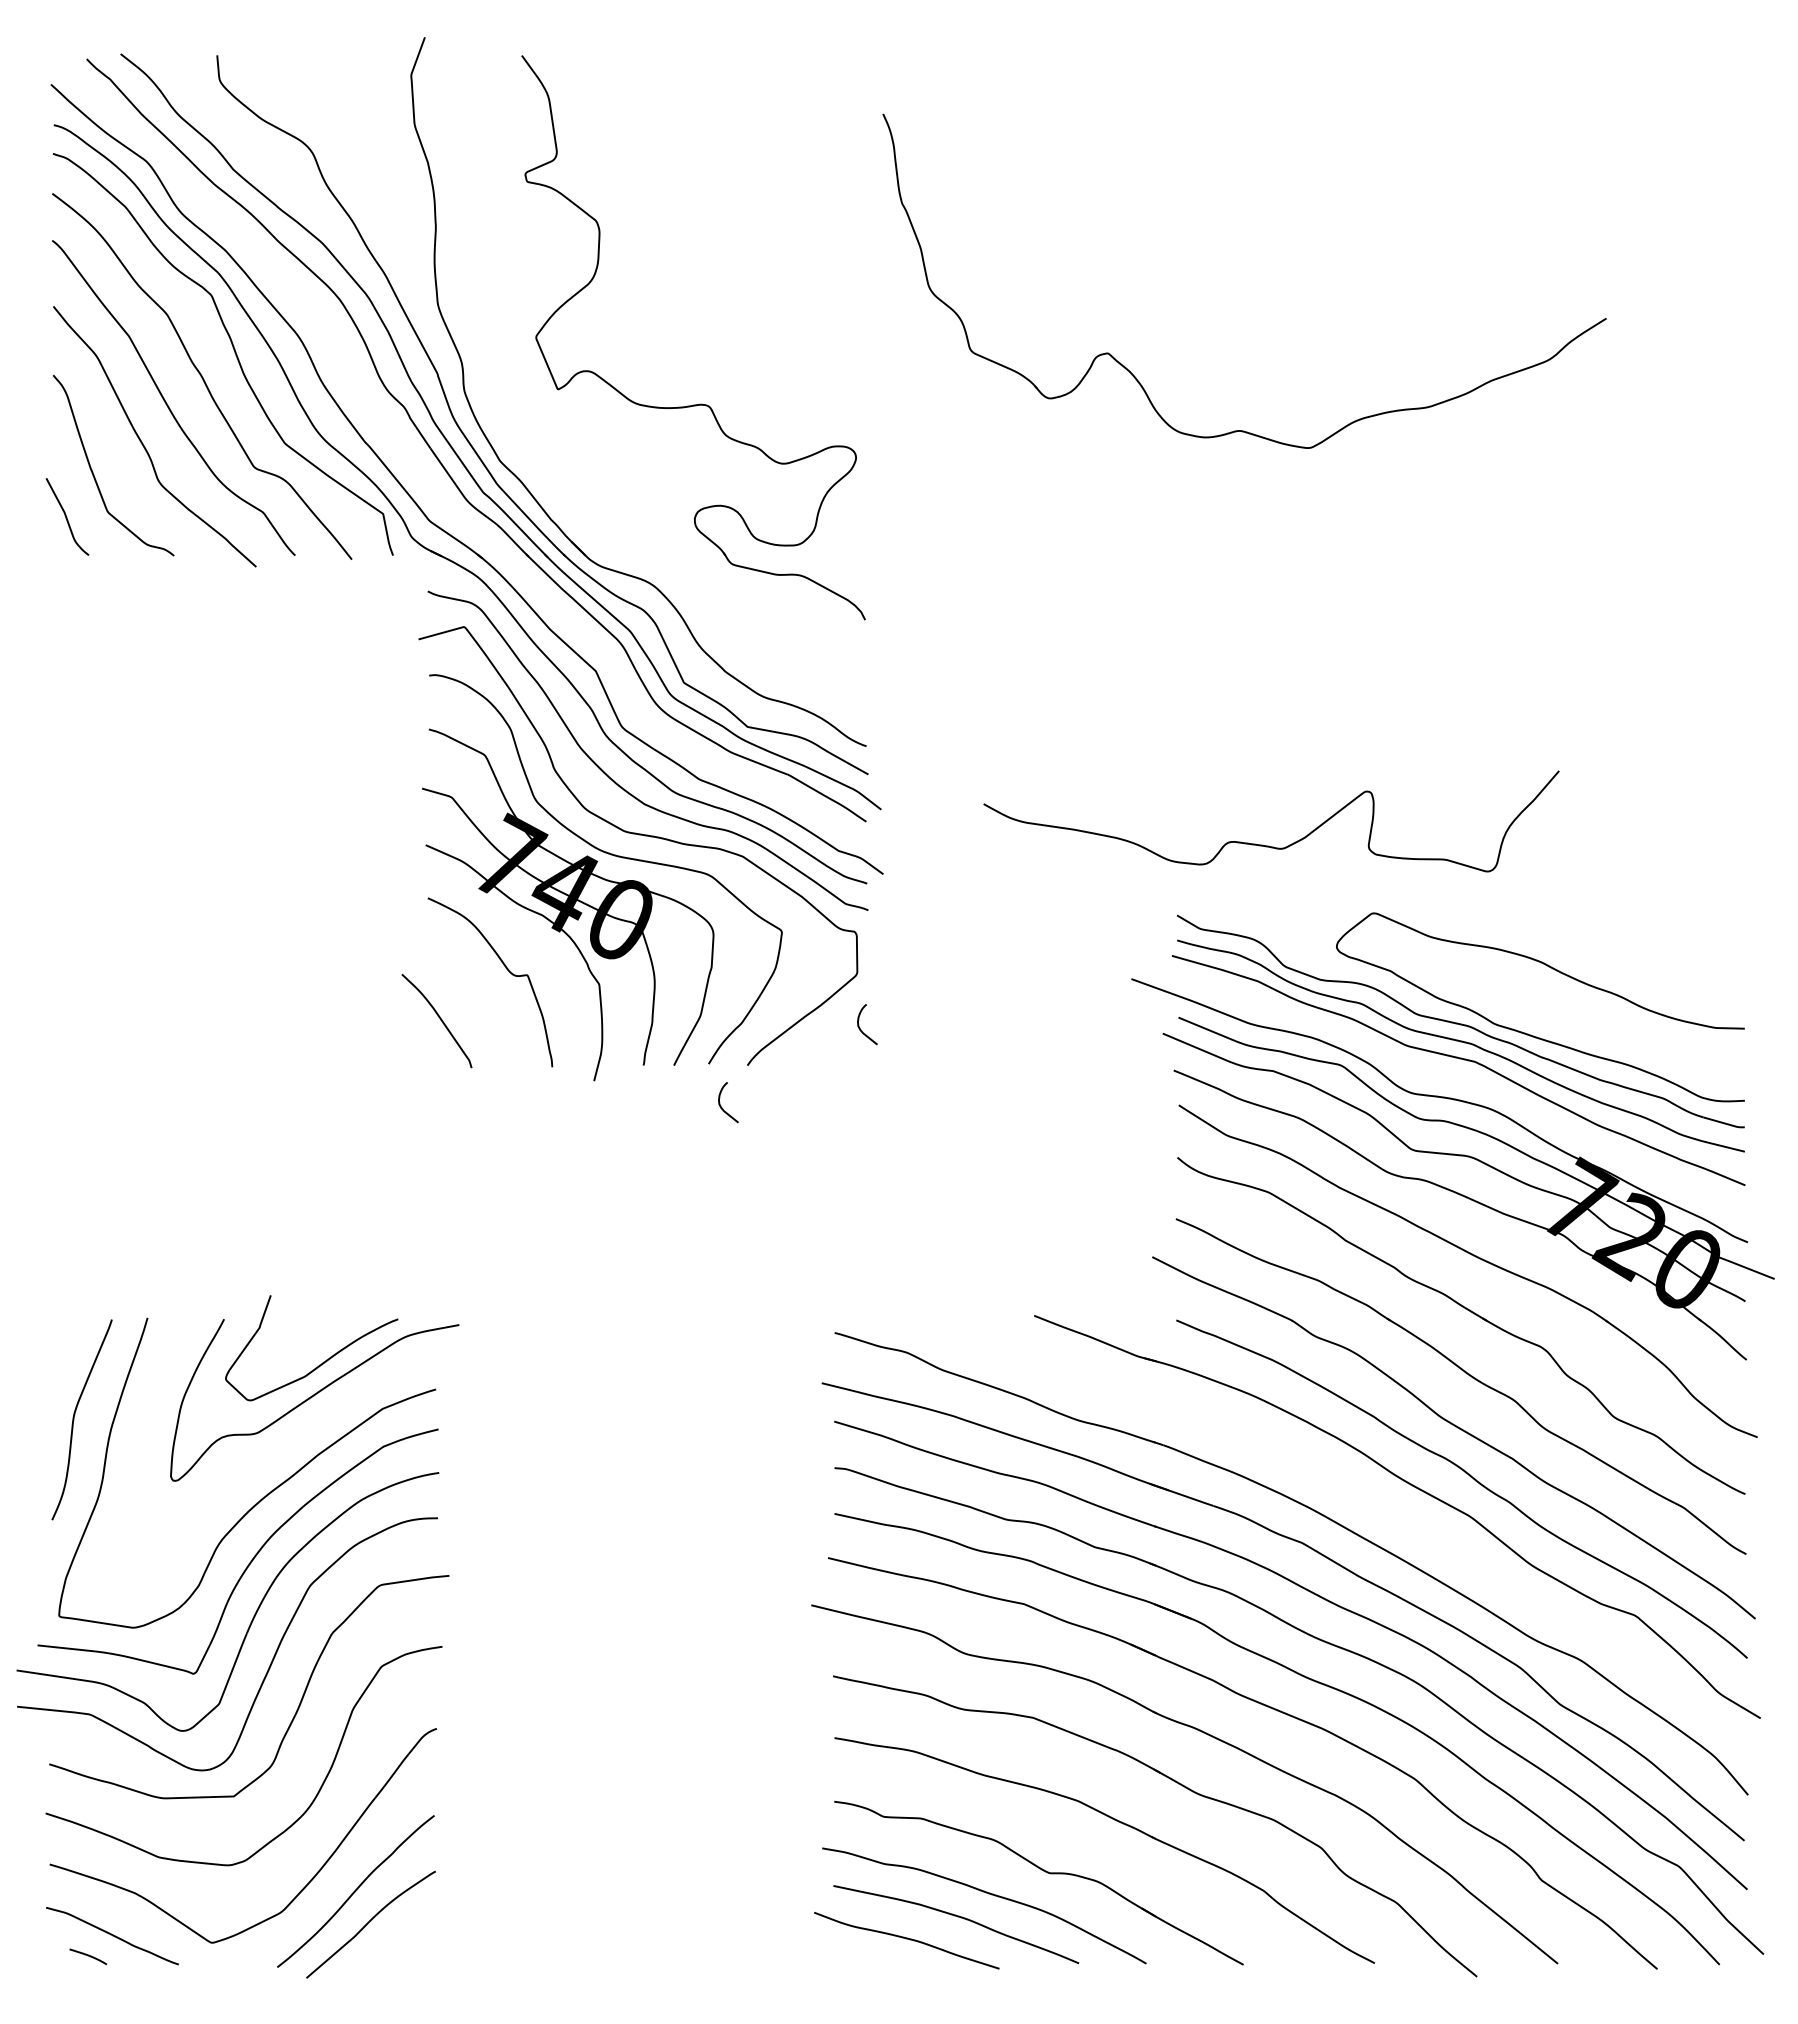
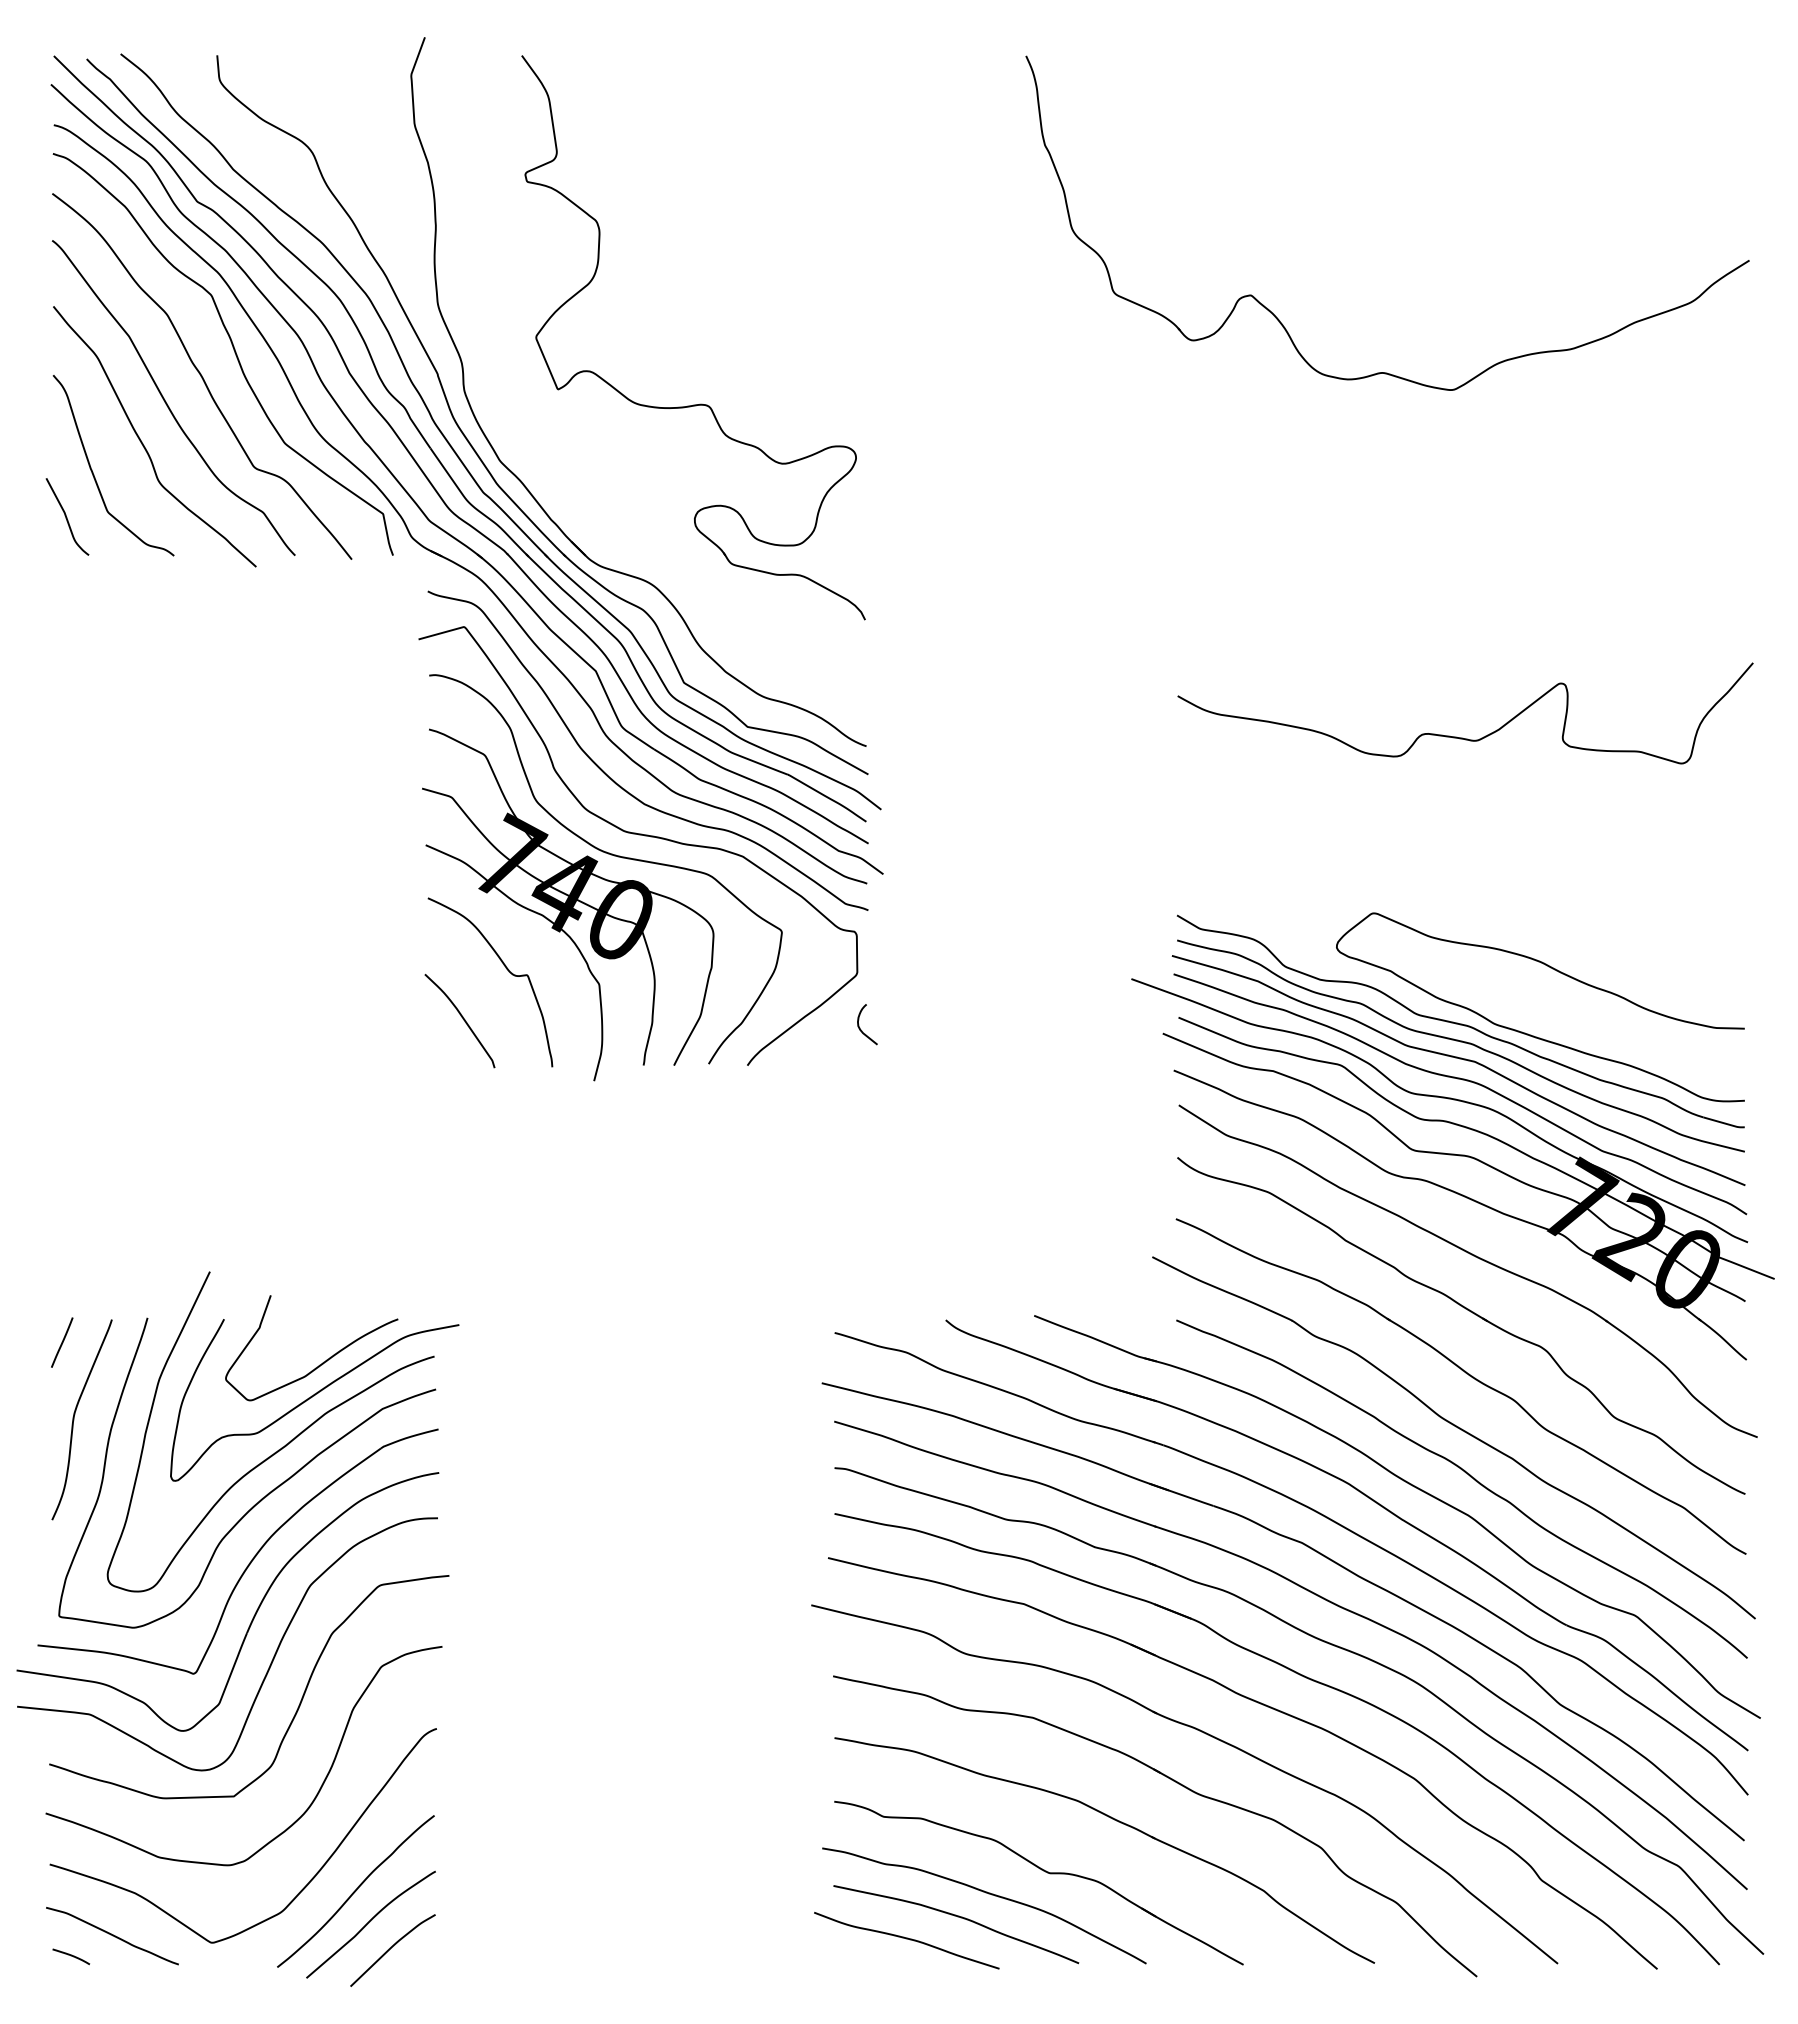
part at (1136, 377) position: (1136, 377) -> (1279, 319)
part at (427, 476): none -> present
curve at (1268, 845) position: (1268, 845) -> (1462, 737)
curve at (440, 1020) position: (440, 1020) -> (463, 1020)
curve at (1462, 1080): none -> present
curve at (721, 1105): present -> none
line at (62, 1342): none -> present
curve at (281, 1447): none -> present
part at (1371, 1500): none -> present
curve at (391, 1948): none -> present
curve at (88, 1956) position: (88, 1956) -> (71, 1956)
